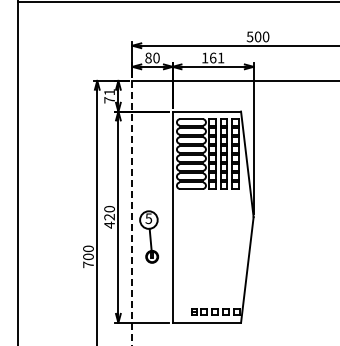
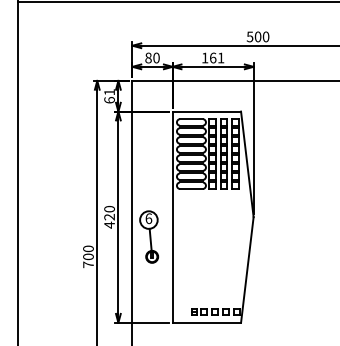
text at (109, 100): 71 -> 61
line at (132, 213): dashed -> solid
text at (148, 218): 5 -> 6
